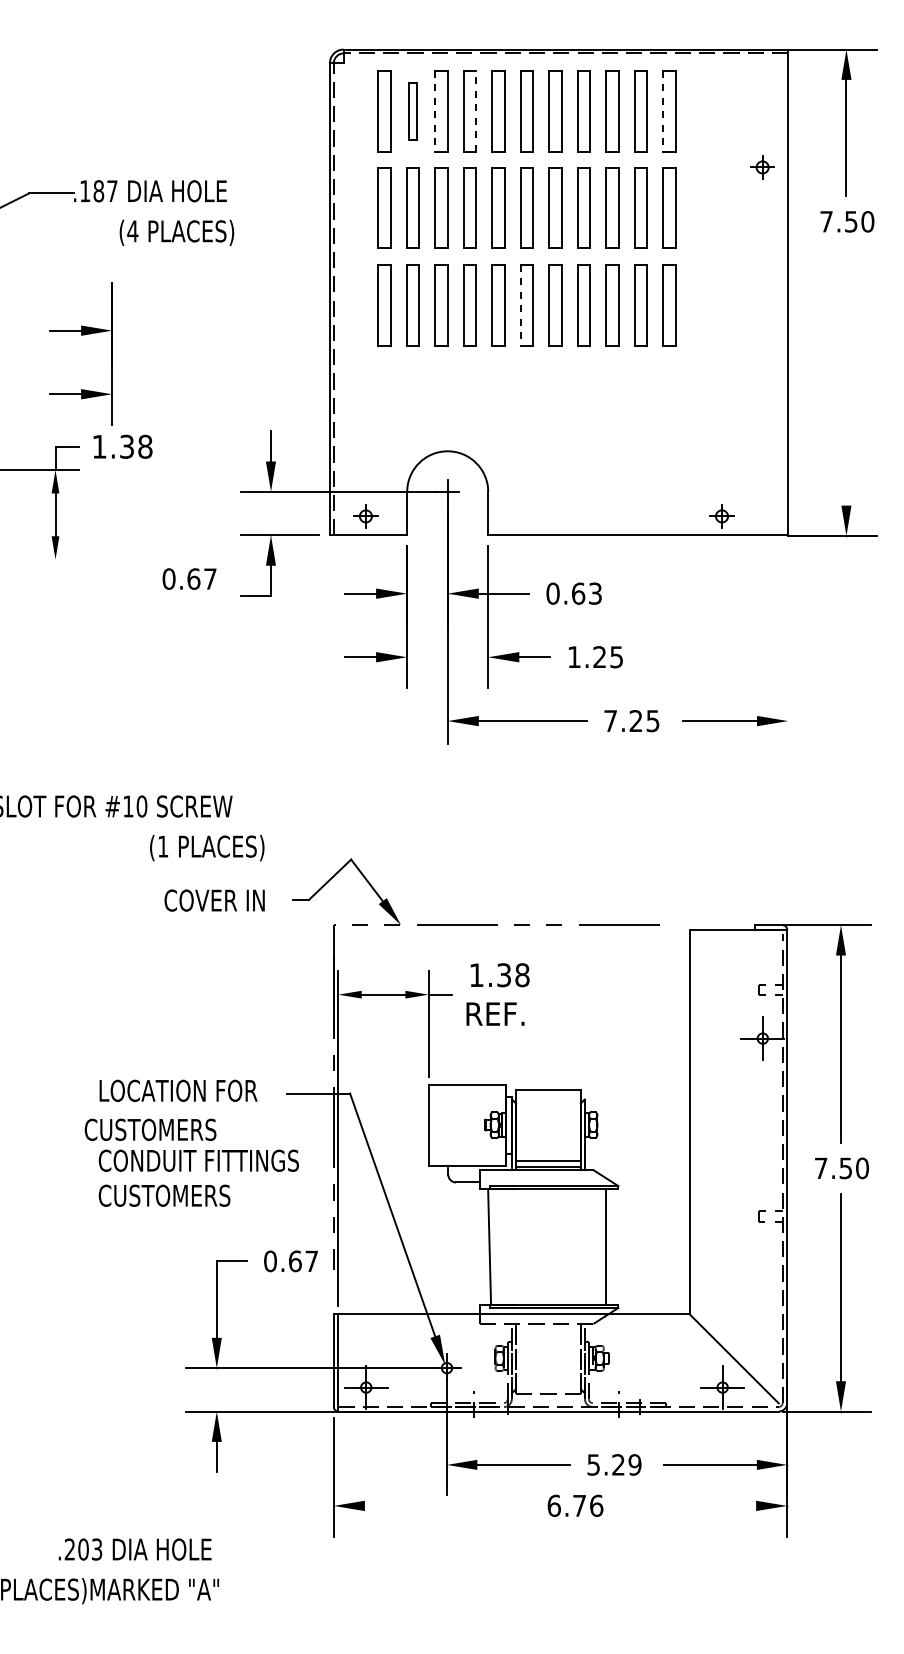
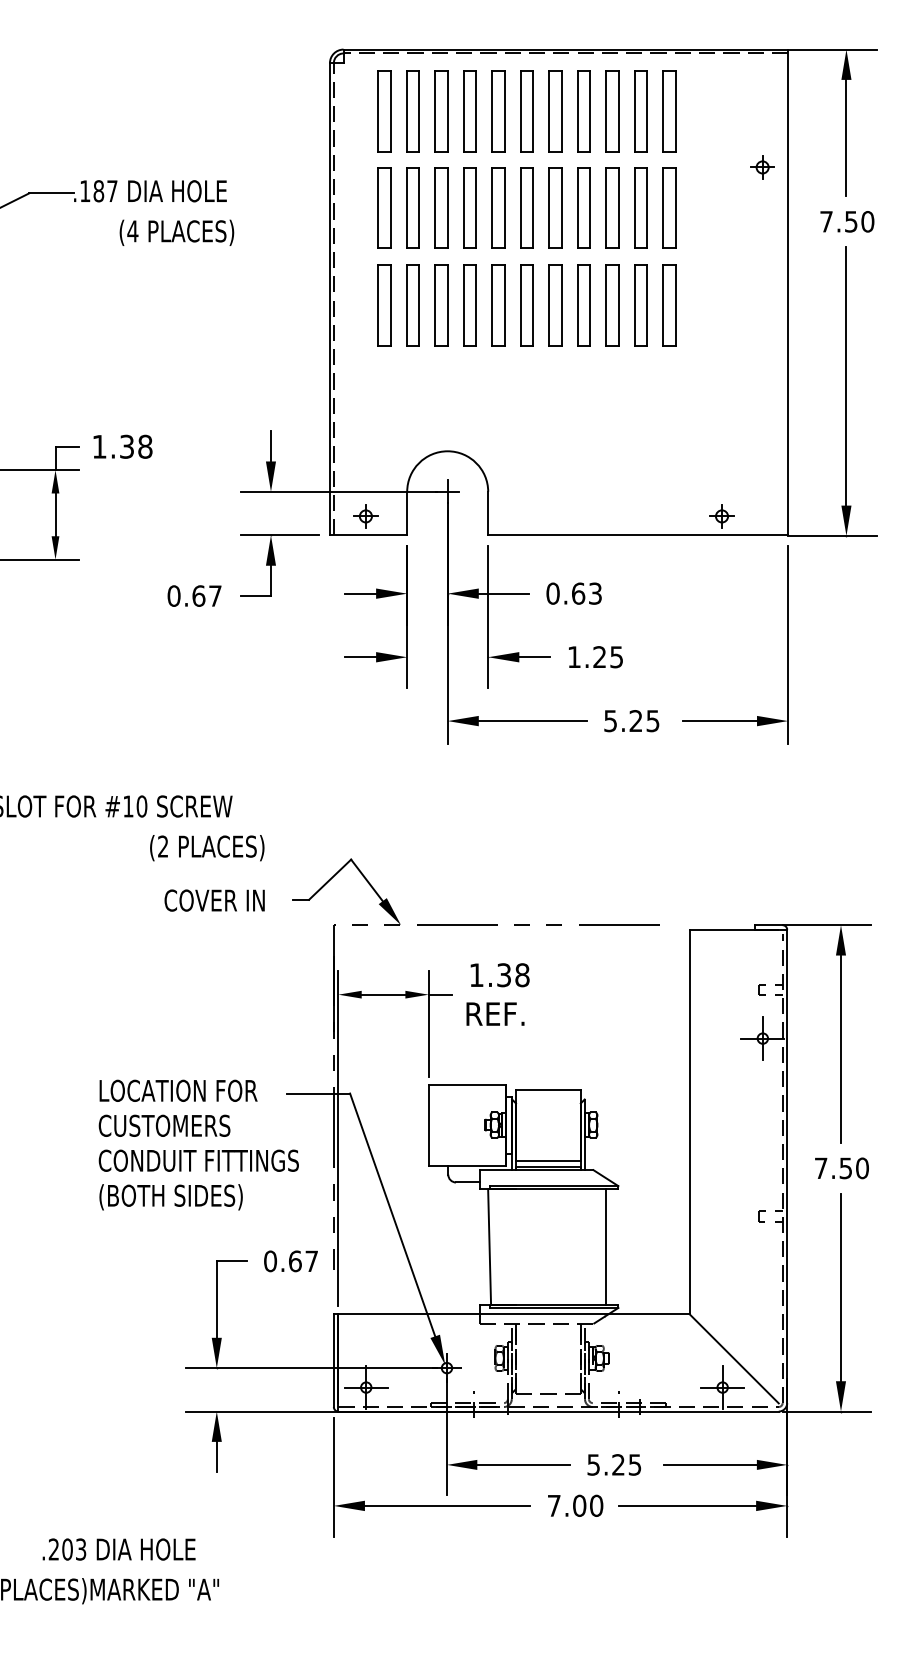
part at (412, 111) size: 10x59 px -> 14x83 px
line at (435, 111): dashed -> solid
line at (476, 111): dashed -> solid
line at (663, 111): dashed -> solid
line at (520, 305): dashed -> solid
part at (81, 335): present -> none
line at (846, 376): none -> present
line at (40, 559): none -> present
text at (189, 578) position: (189, 578) -> (194, 595)
line at (788, 645): none -> present
text at (610, 721): 7.25 -> 5.25
text at (163, 846): (1 -> (2
text at (150, 1129) position: (150, 1129) -> (164, 1125)
text at (170, 1197): CUSTOMERS -> (BOTH SIDES)
text at (634, 1464): 5.29 -> 5.25
line at (447, 1505): none -> present
text at (575, 1505): 6.76 -> 7.00
line at (687, 1505): none -> present
text at (134, 1549) position: (134, 1549) -> (118, 1549)
